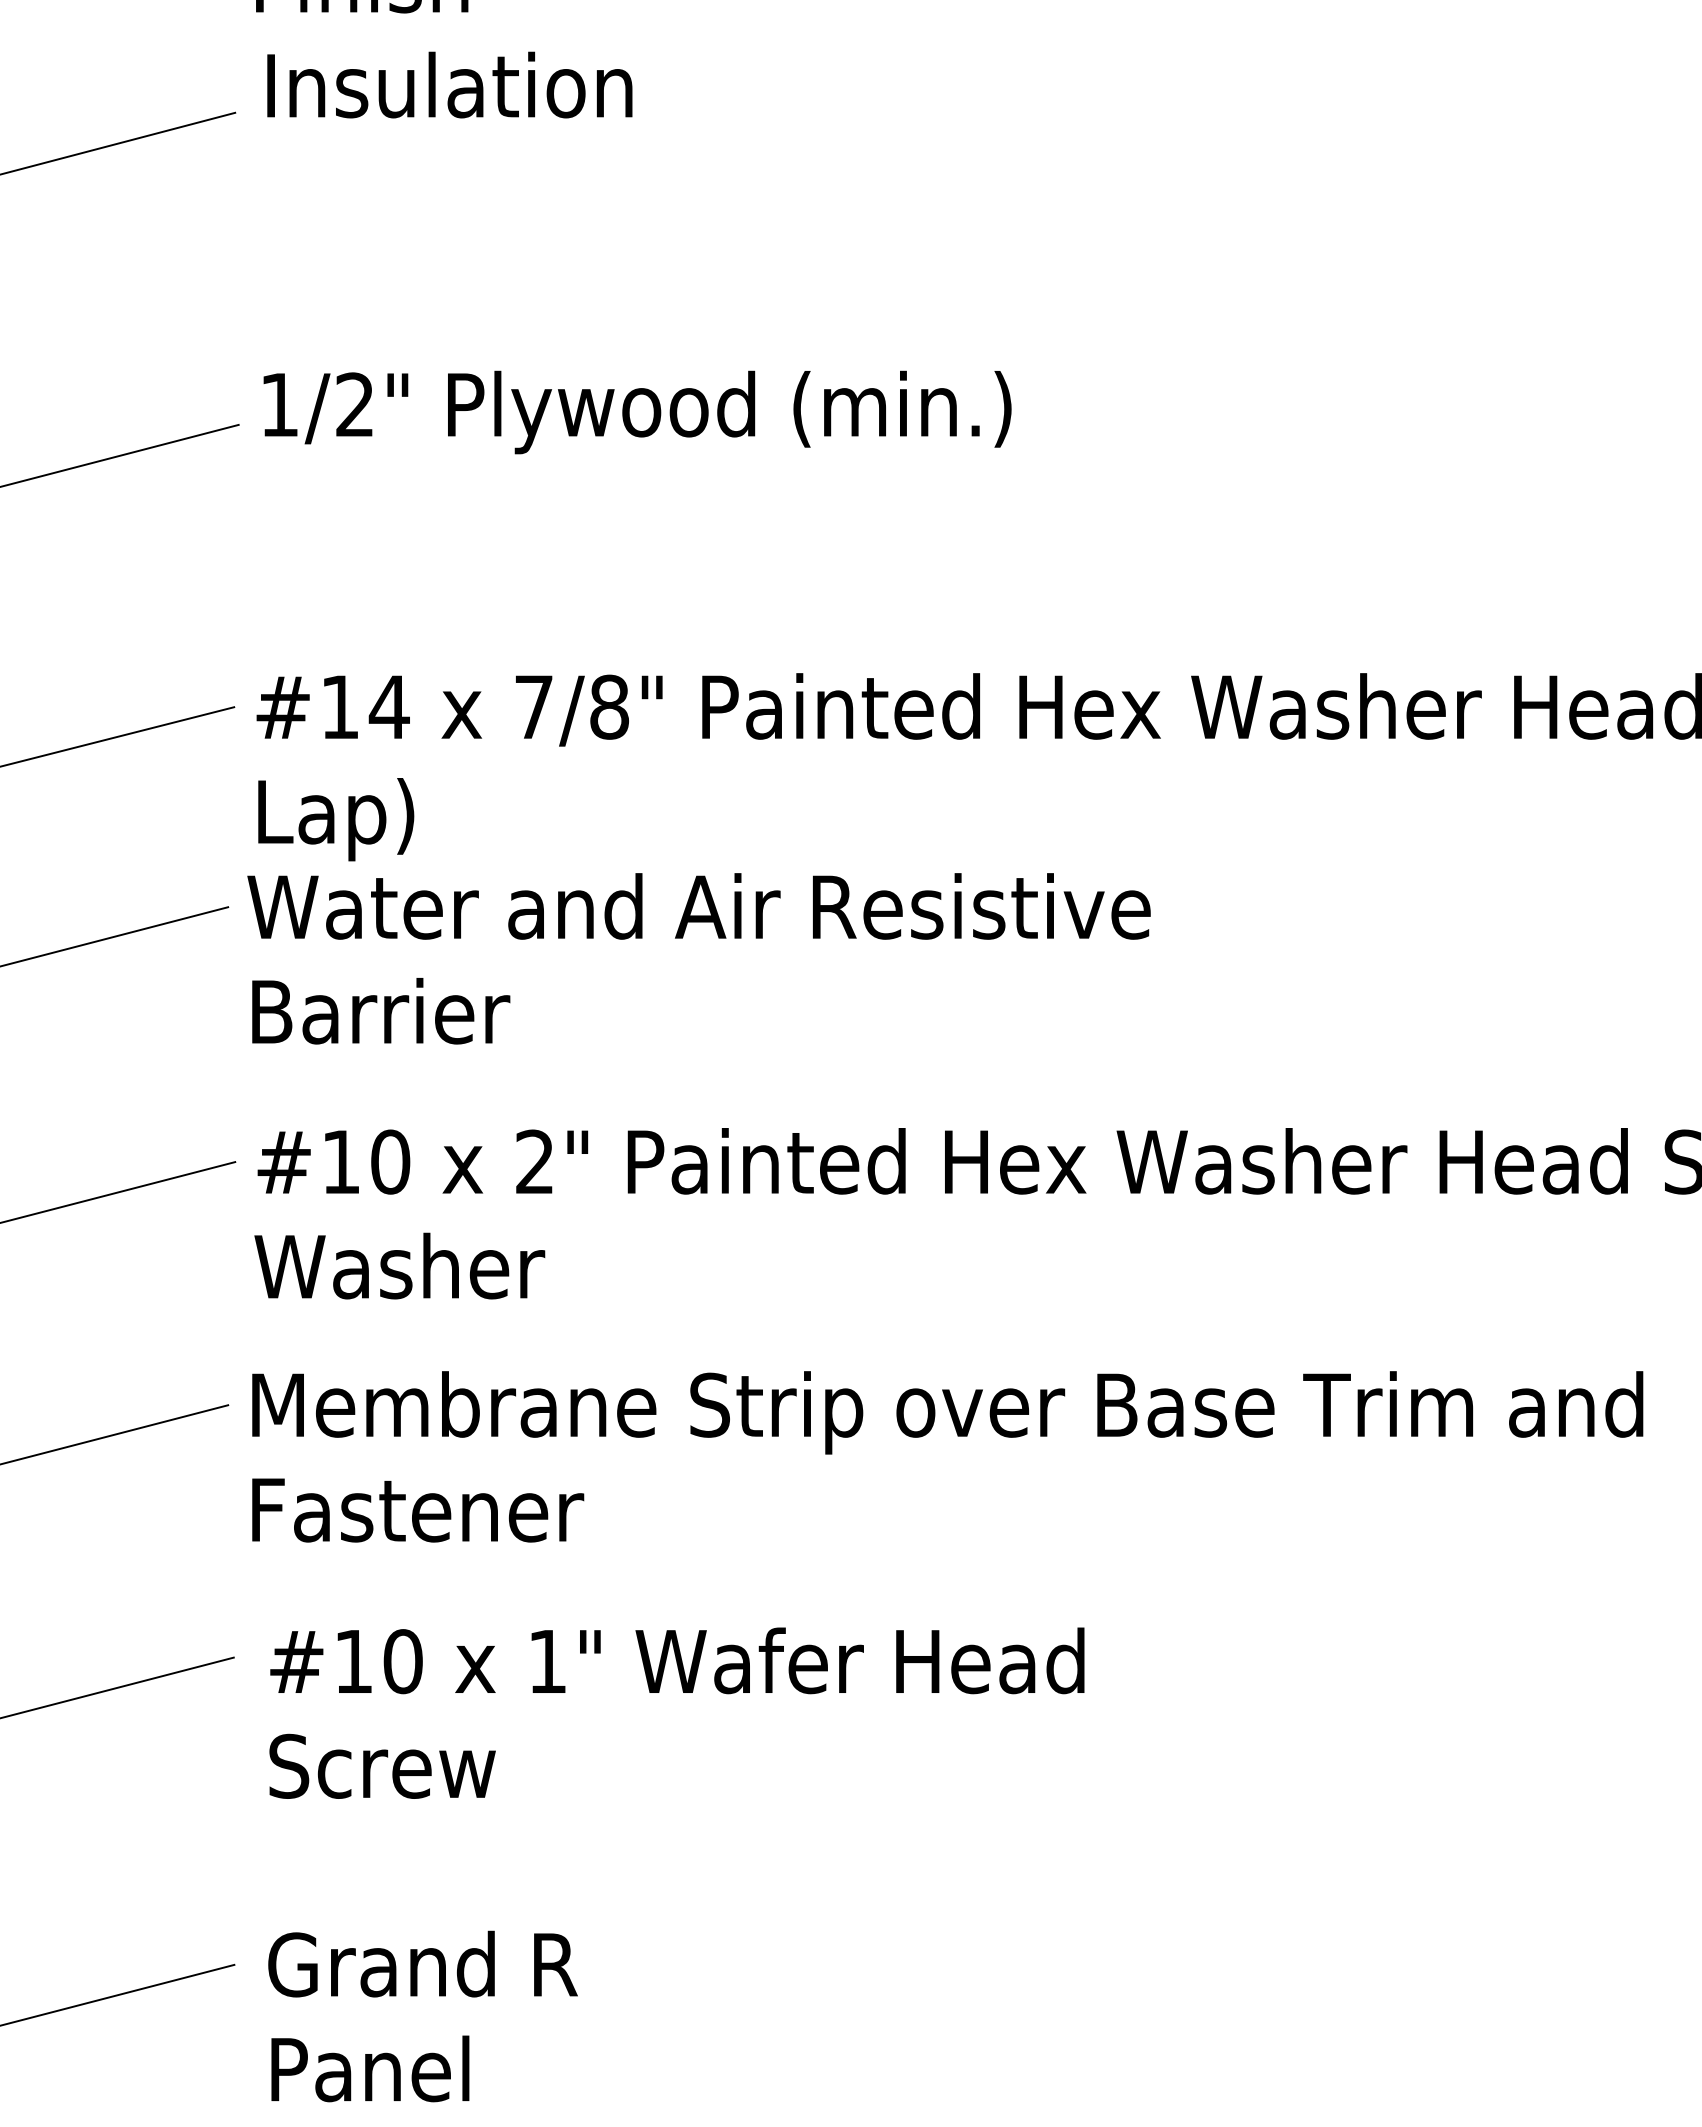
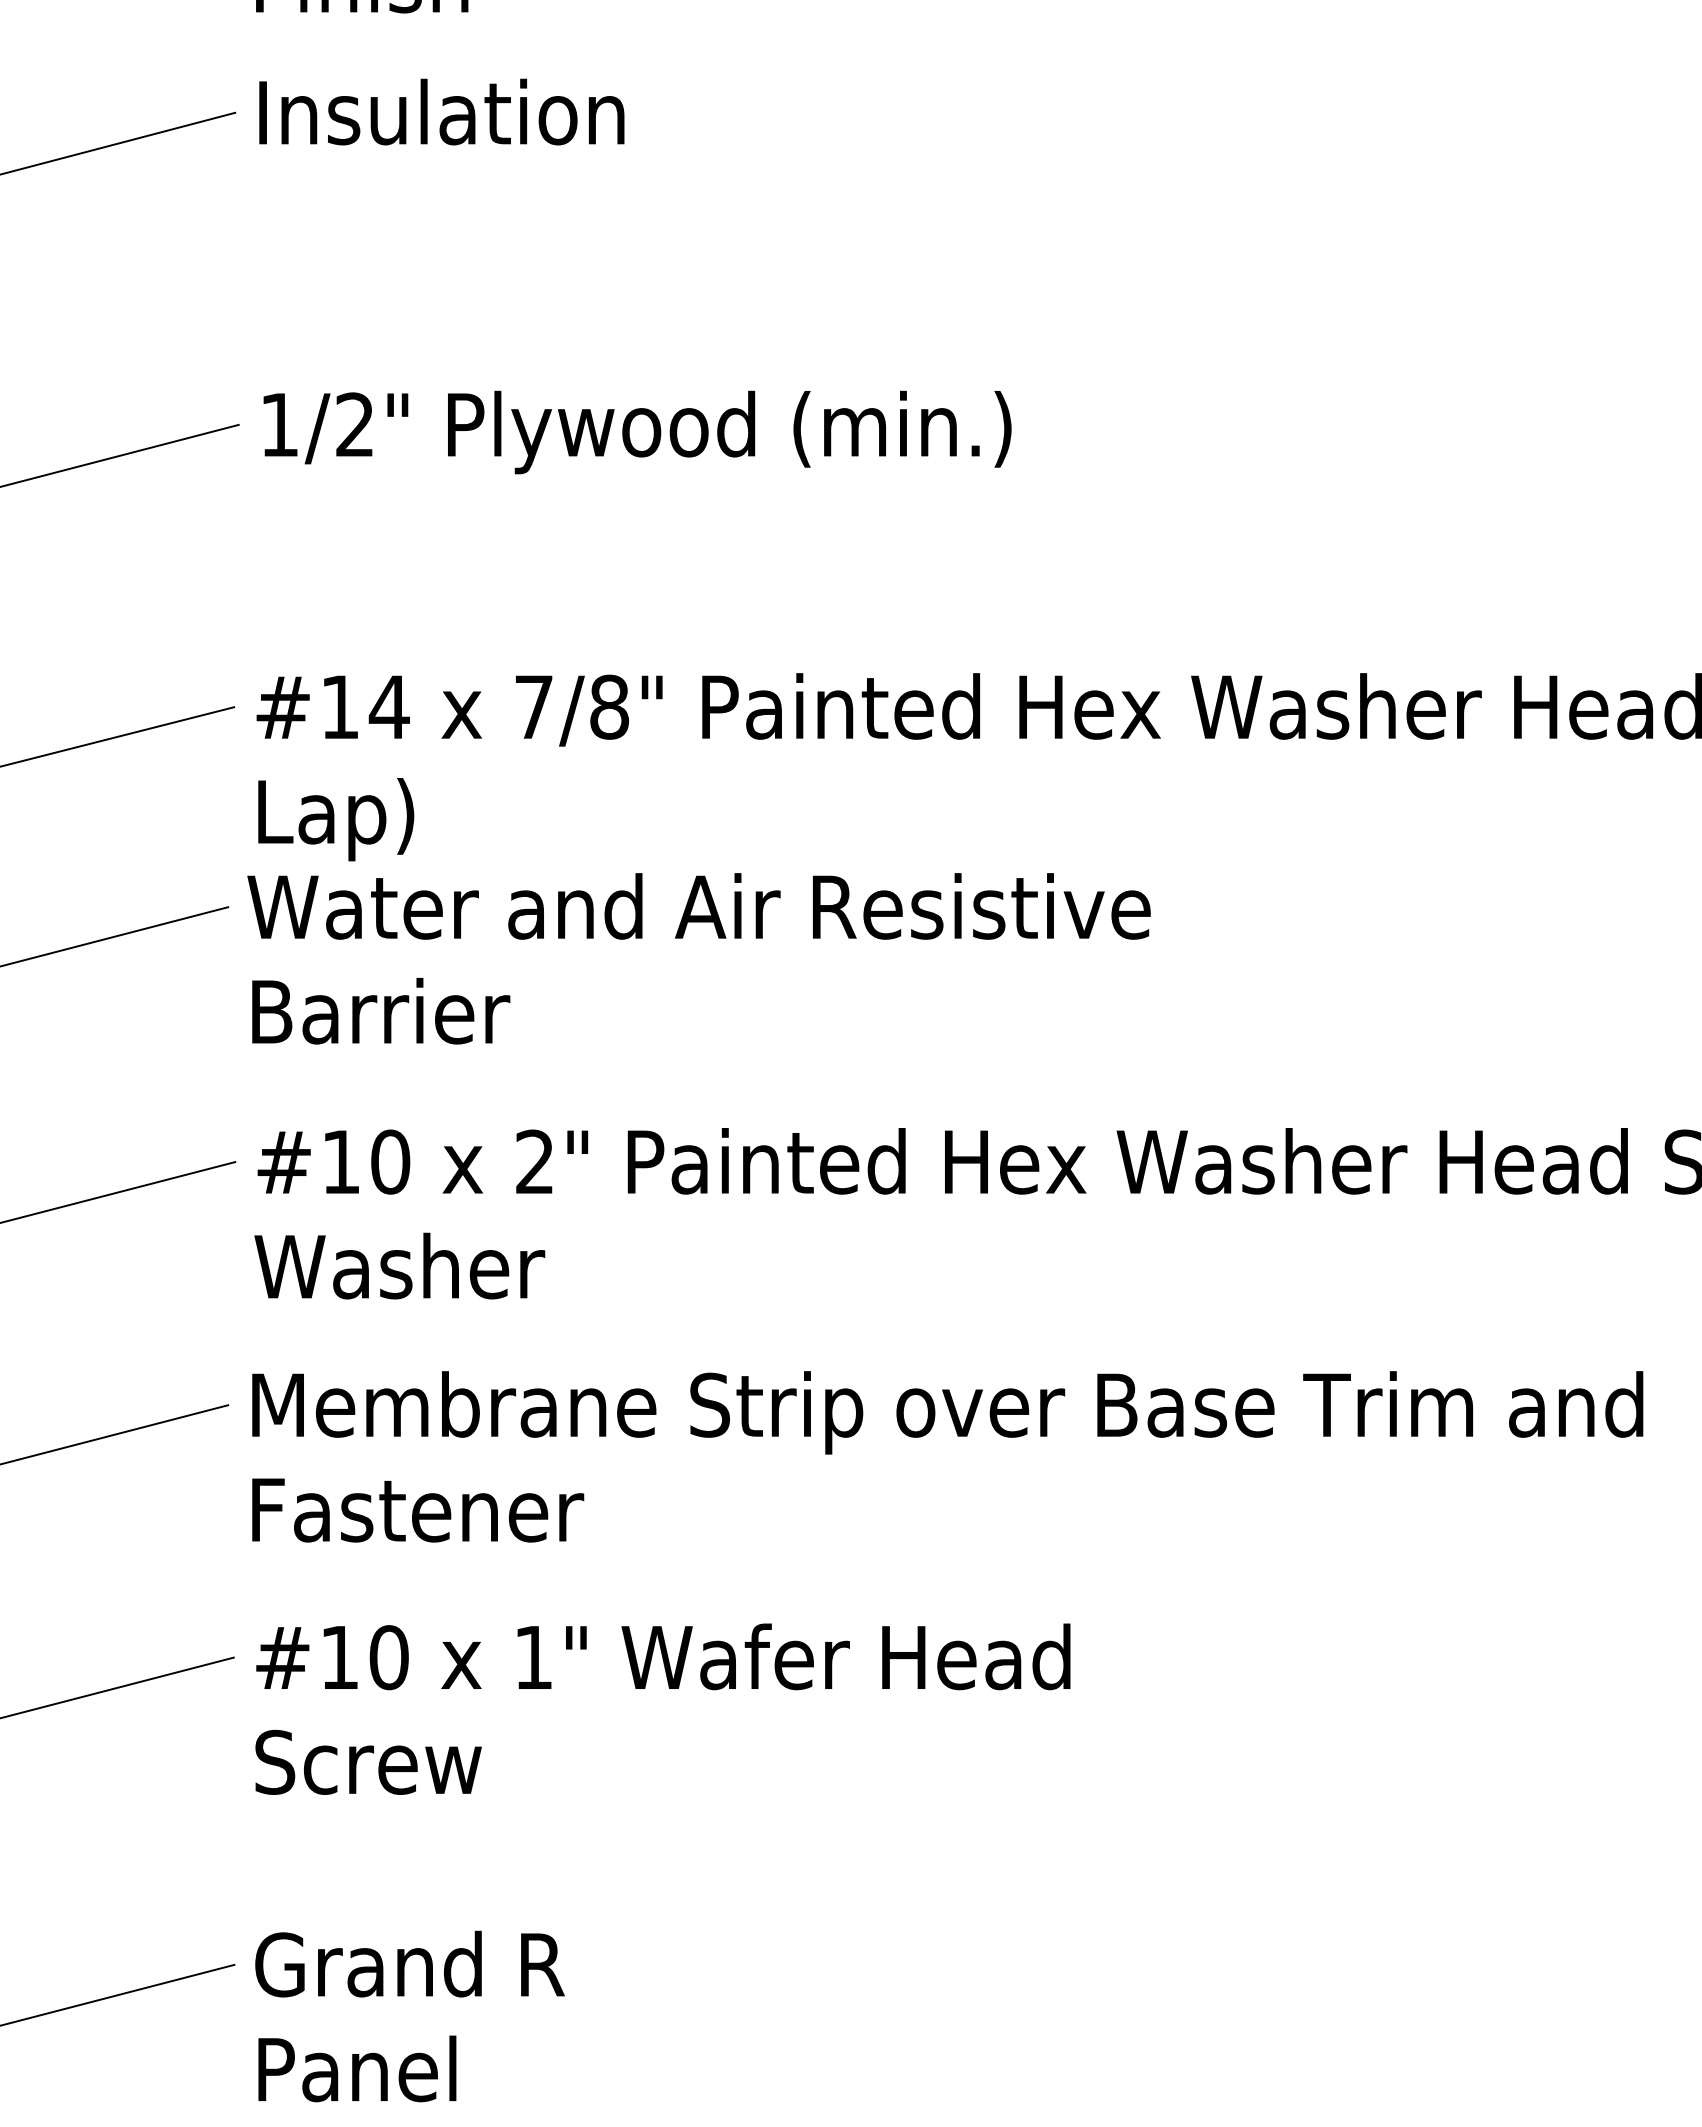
text at (449, 84) position: (449, 84) -> (441, 111)
text at (637, 412) position: (637, 412) -> (637, 432)
text at (676, 1712) position: (676, 1712) -> (662, 1708)
text at (422, 2016) position: (422, 2016) -> (409, 2016)
